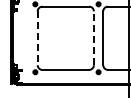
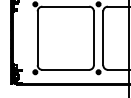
line at (37, 38): dashed -> solid
line at (93, 38): dashed -> solid
